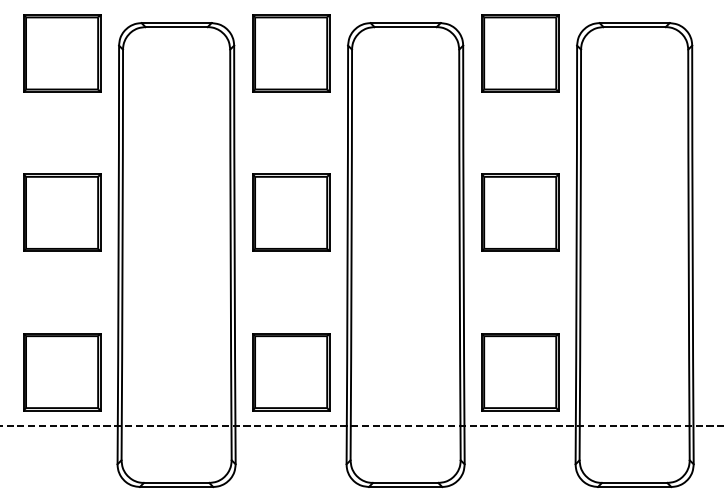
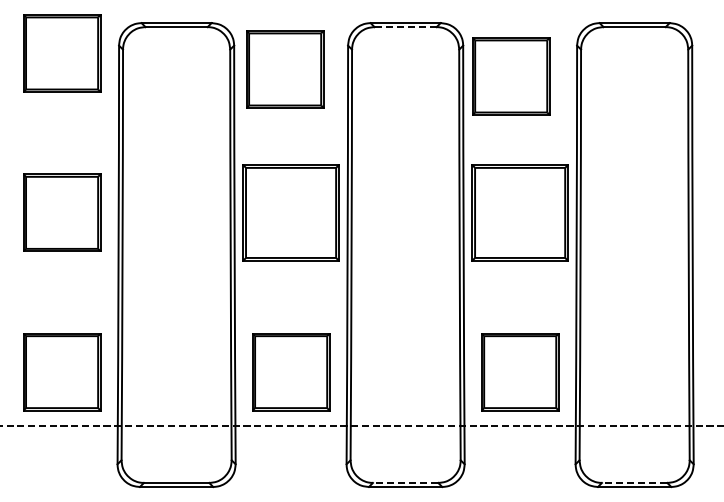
line at (406, 27): solid -> dashed
part at (291, 53) position: (291, 53) -> (285, 69)
part at (520, 53) position: (520, 53) -> (511, 76)
part at (291, 212) size: 79x79 px -> 98x98 px
part at (520, 212) size: 79x79 px -> 98x98 px
line at (405, 482): solid -> dashed
line at (634, 482): solid -> dashed
